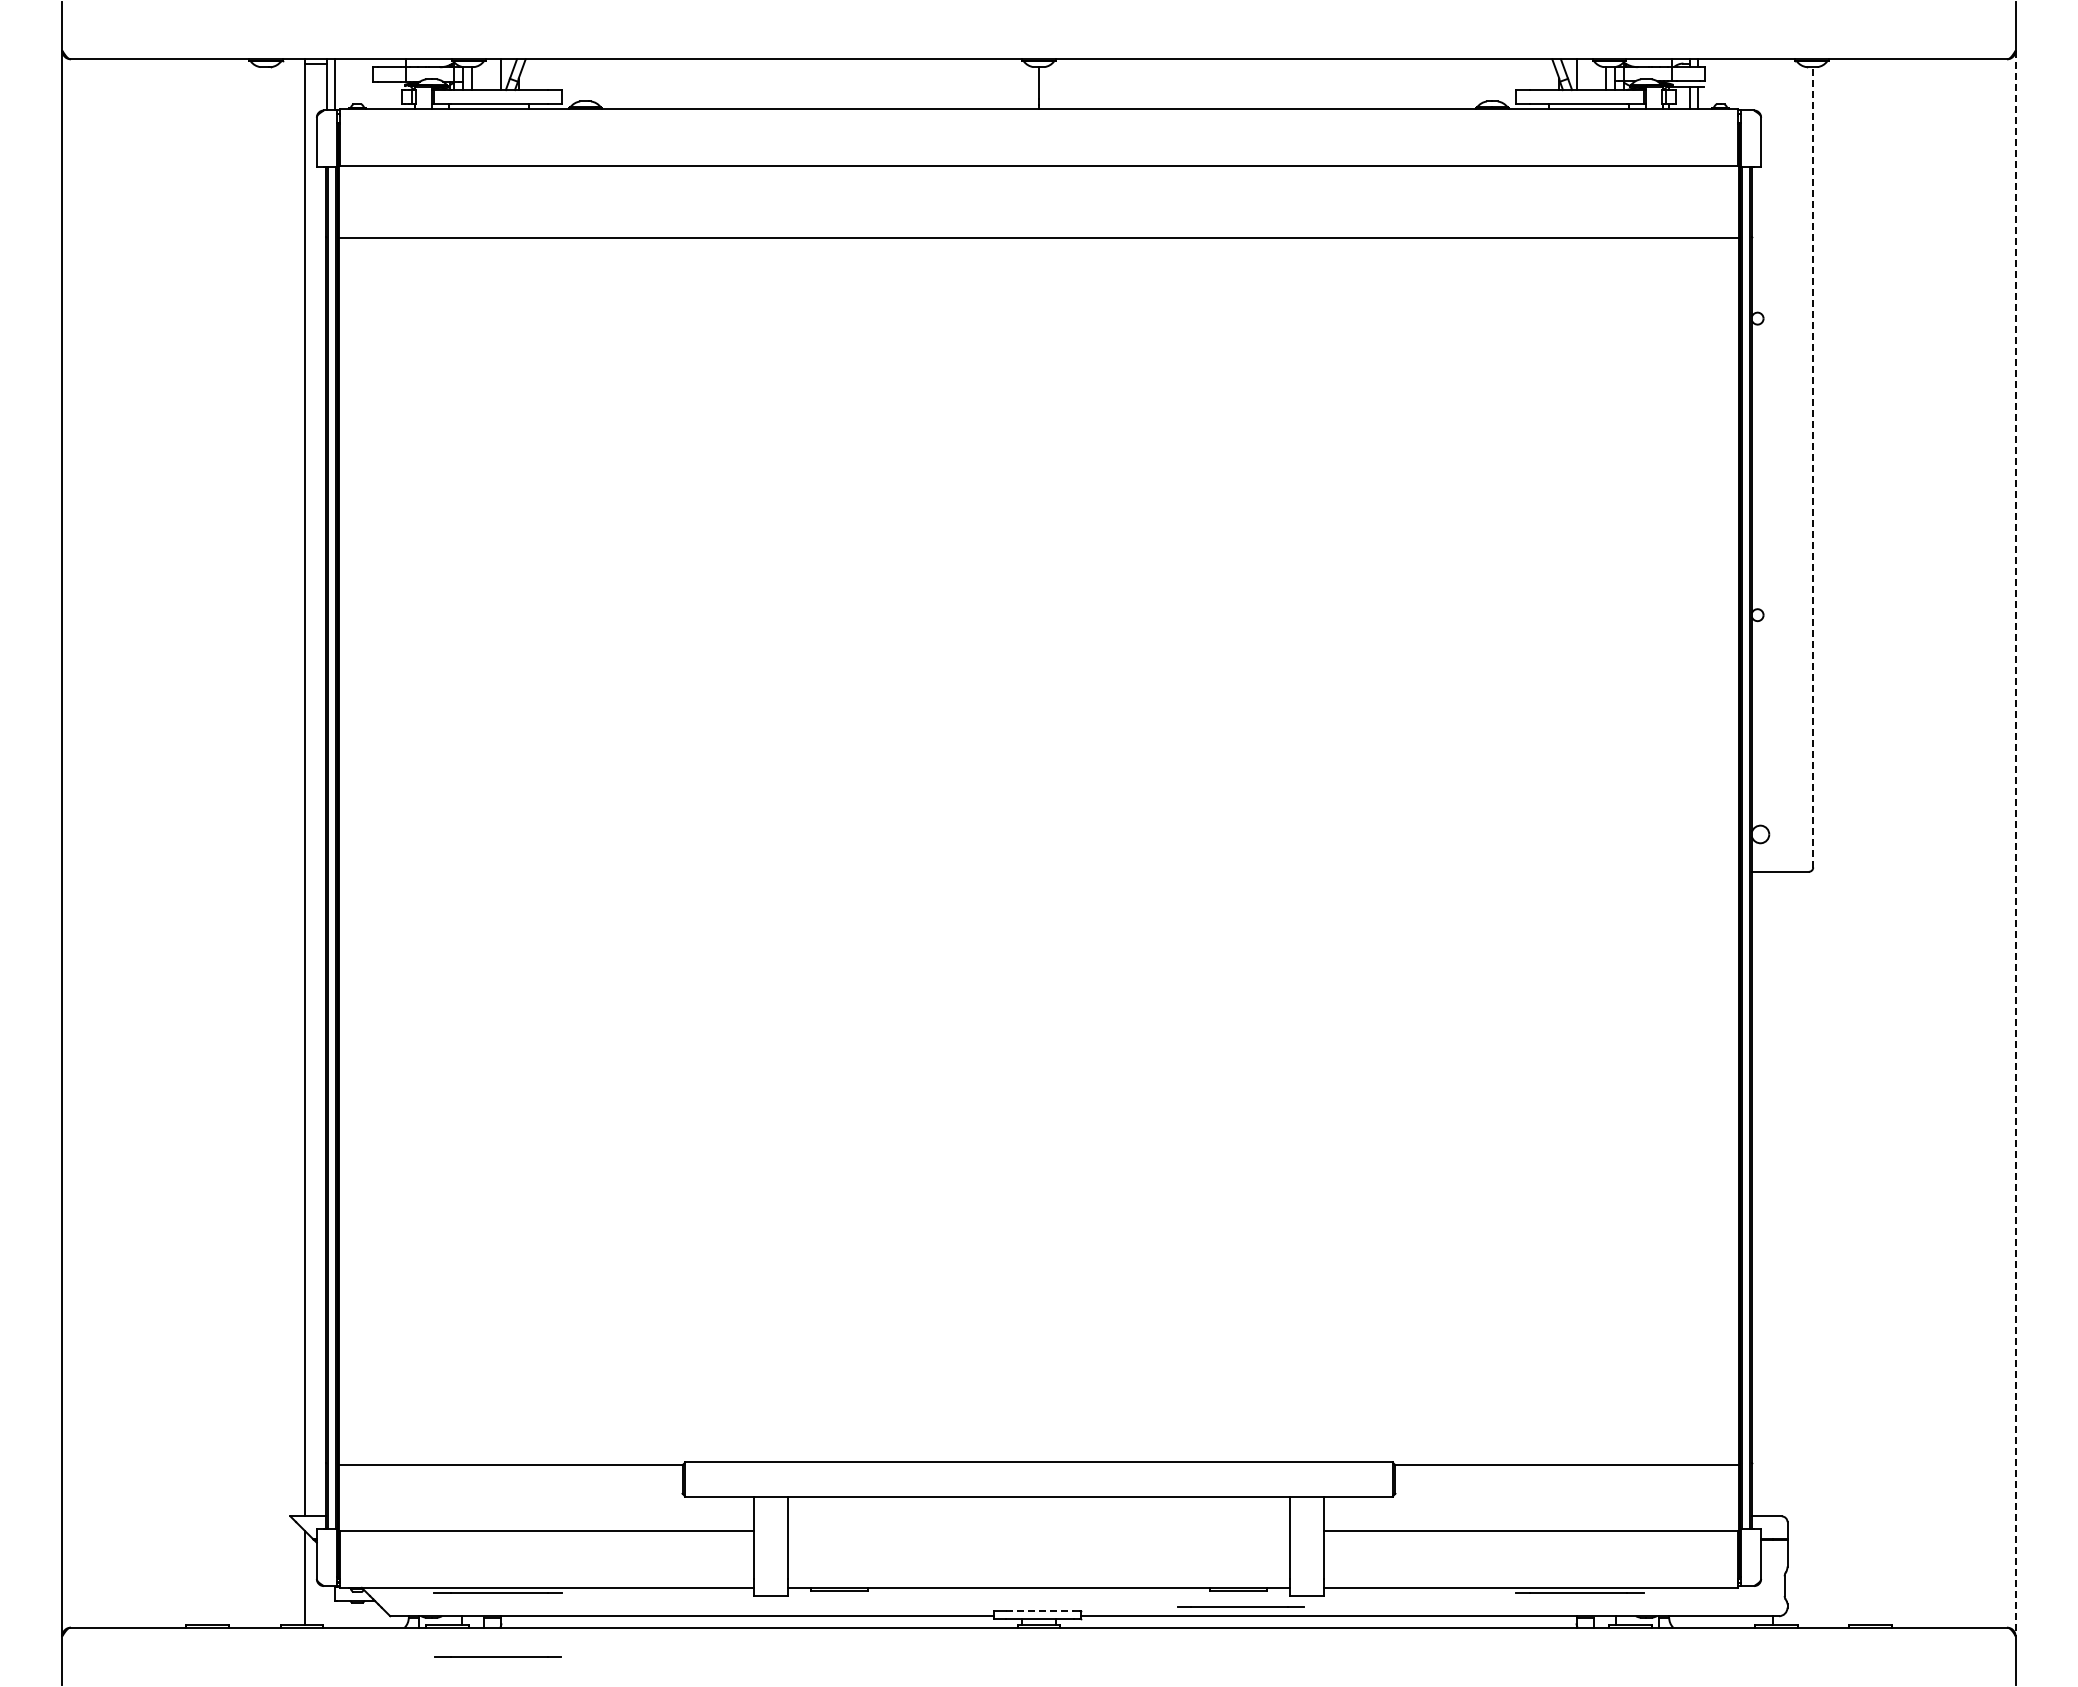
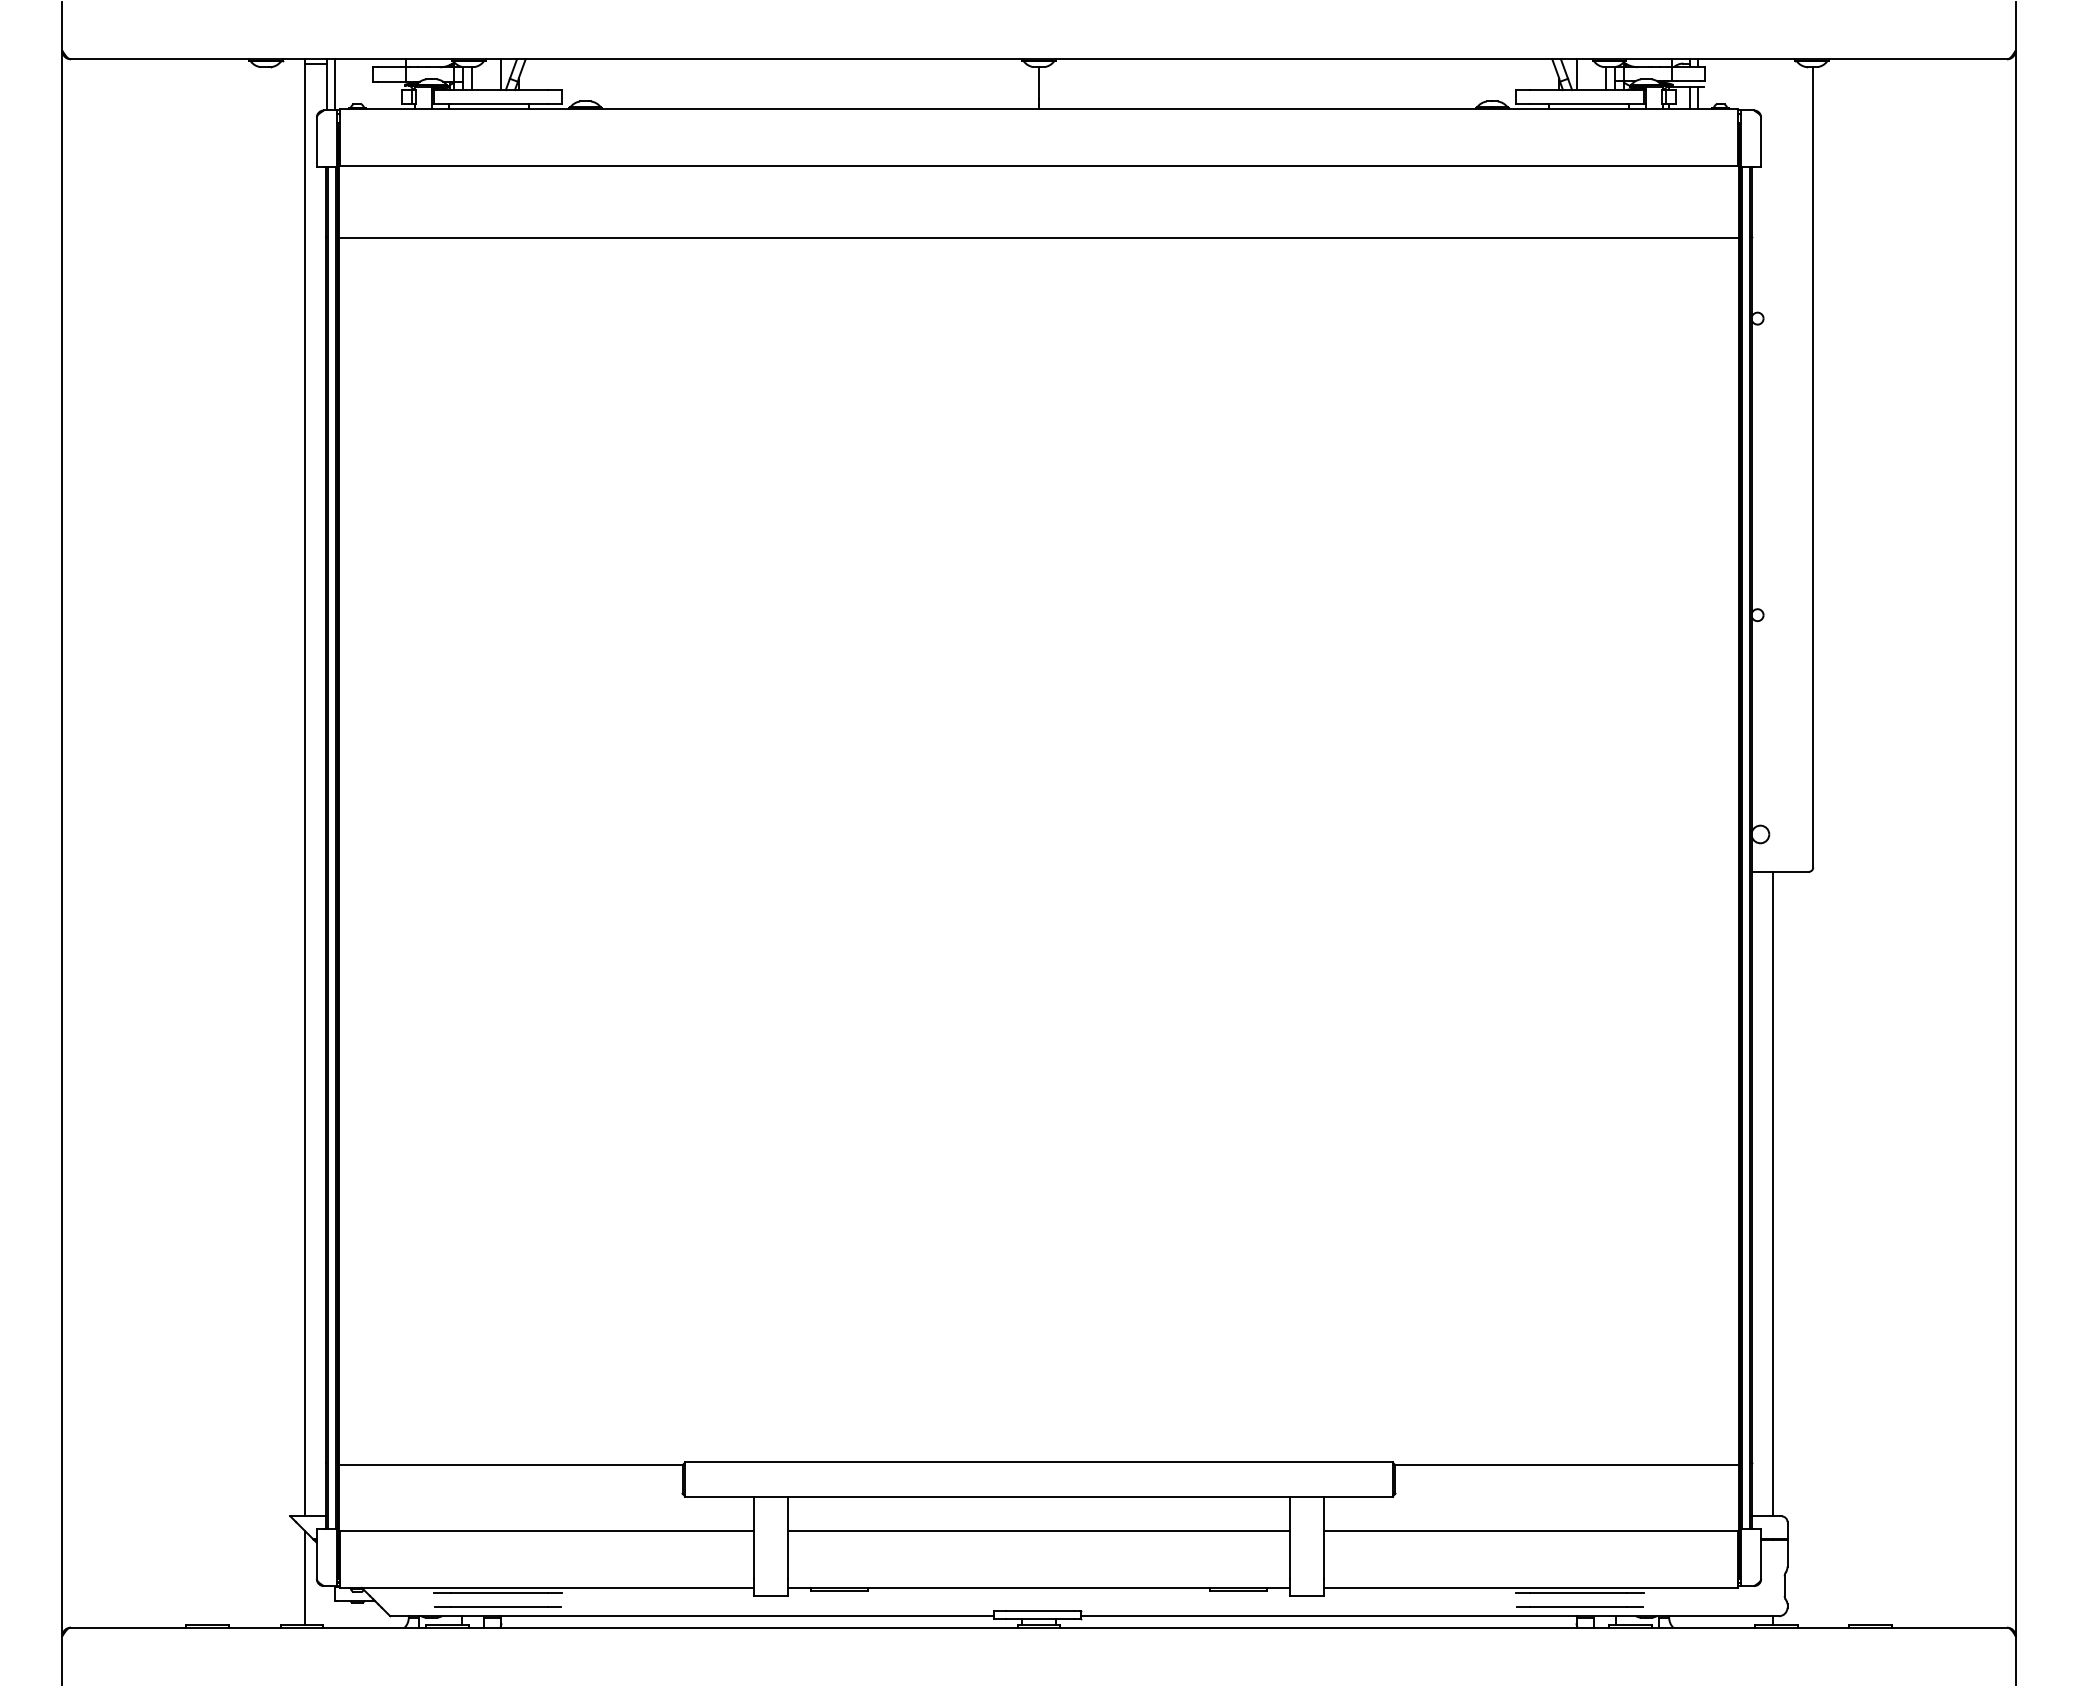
line at (1813, 466): dashed -> solid
line at (2015, 843): dashed -> solid
line at (1773, 1193): none -> present
line at (1038, 1530): none -> present
line at (1240, 1606) position: (1240, 1606) -> (1579, 1606)
line at (1040, 1610): dashed -> solid
line at (497, 1656) position: (497, 1656) -> (497, 1606)
